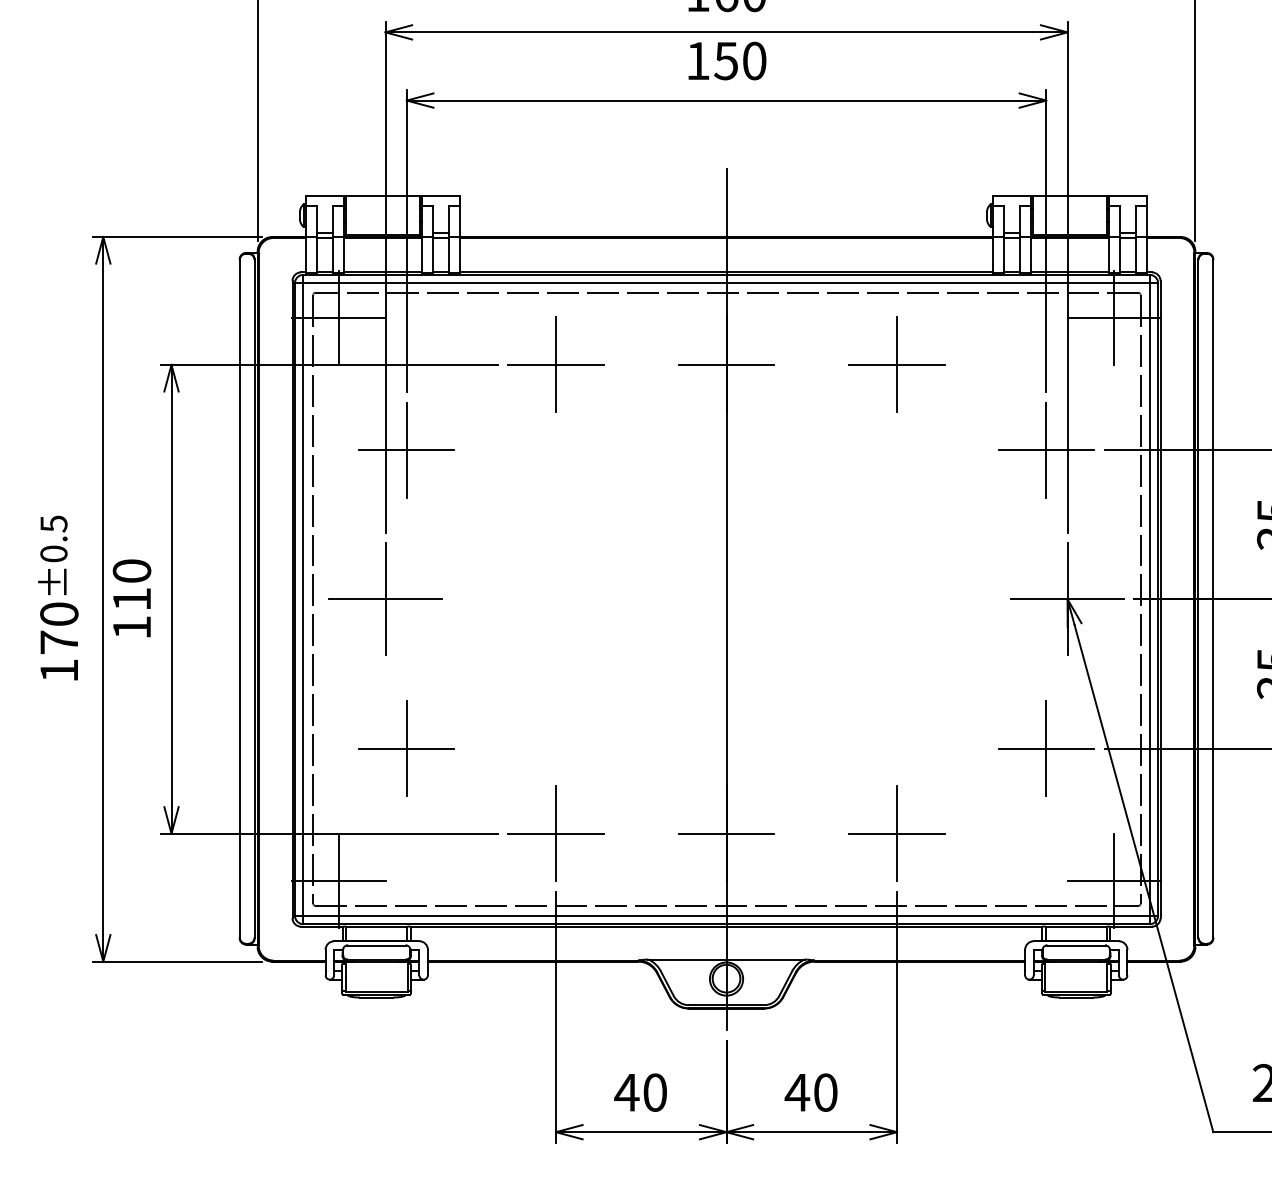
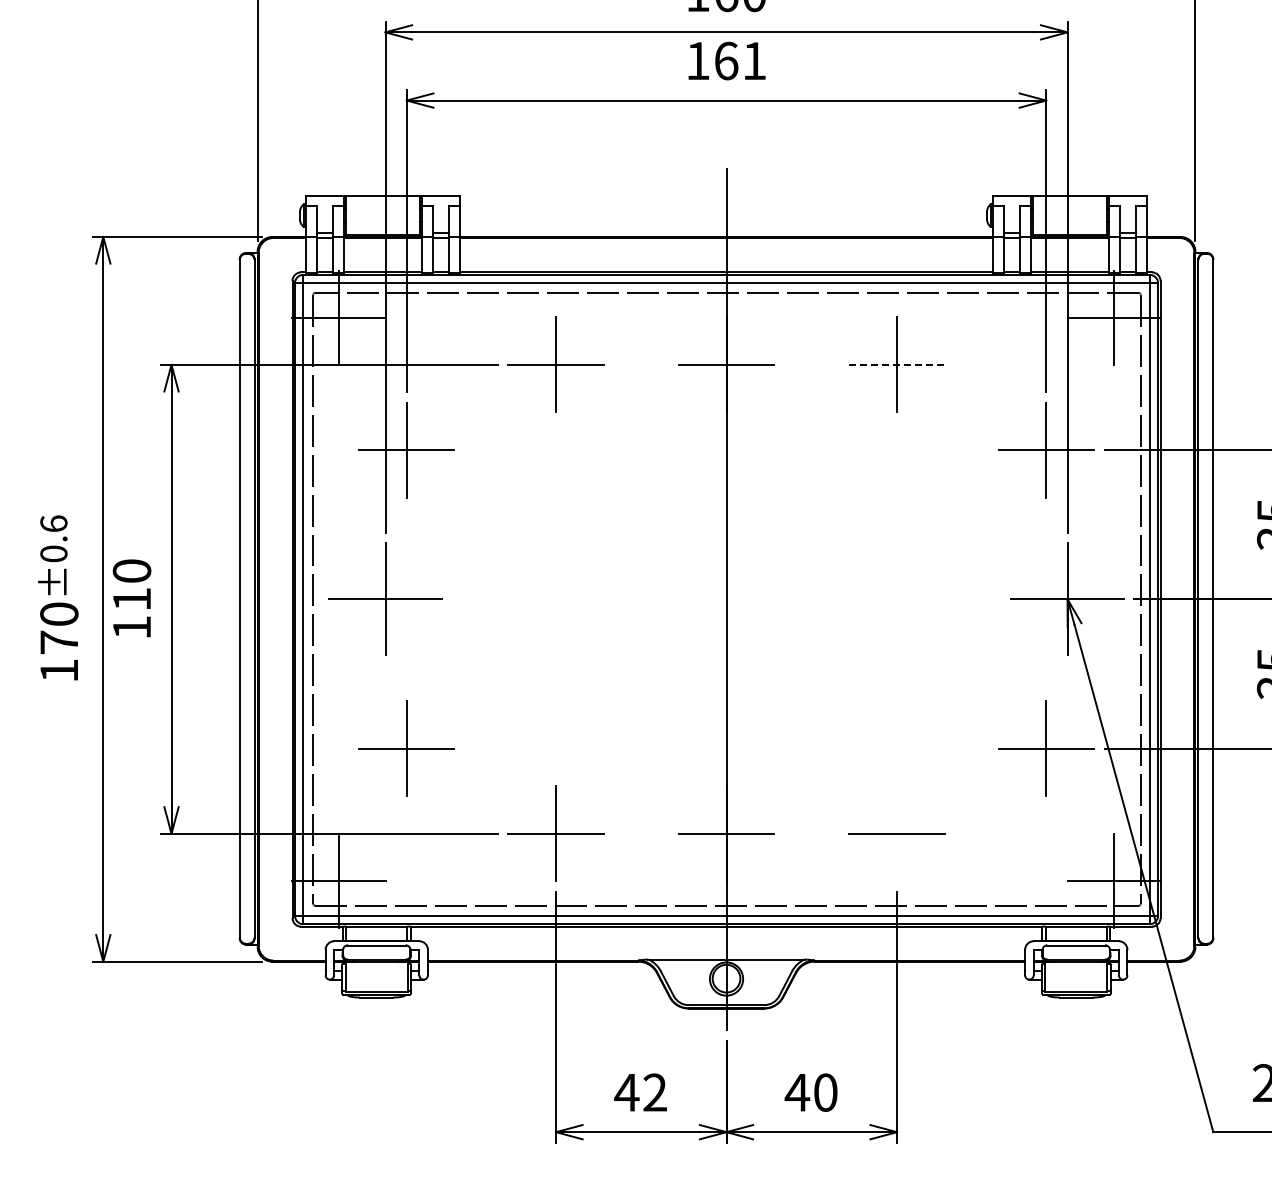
text at (740, 60): 150 -> 161
line at (897, 364): solid -> dashed
text at (53, 523): ±0.5 -> ±0.6
line at (897, 833): present -> none
text at (654, 1092): 40 -> 42
